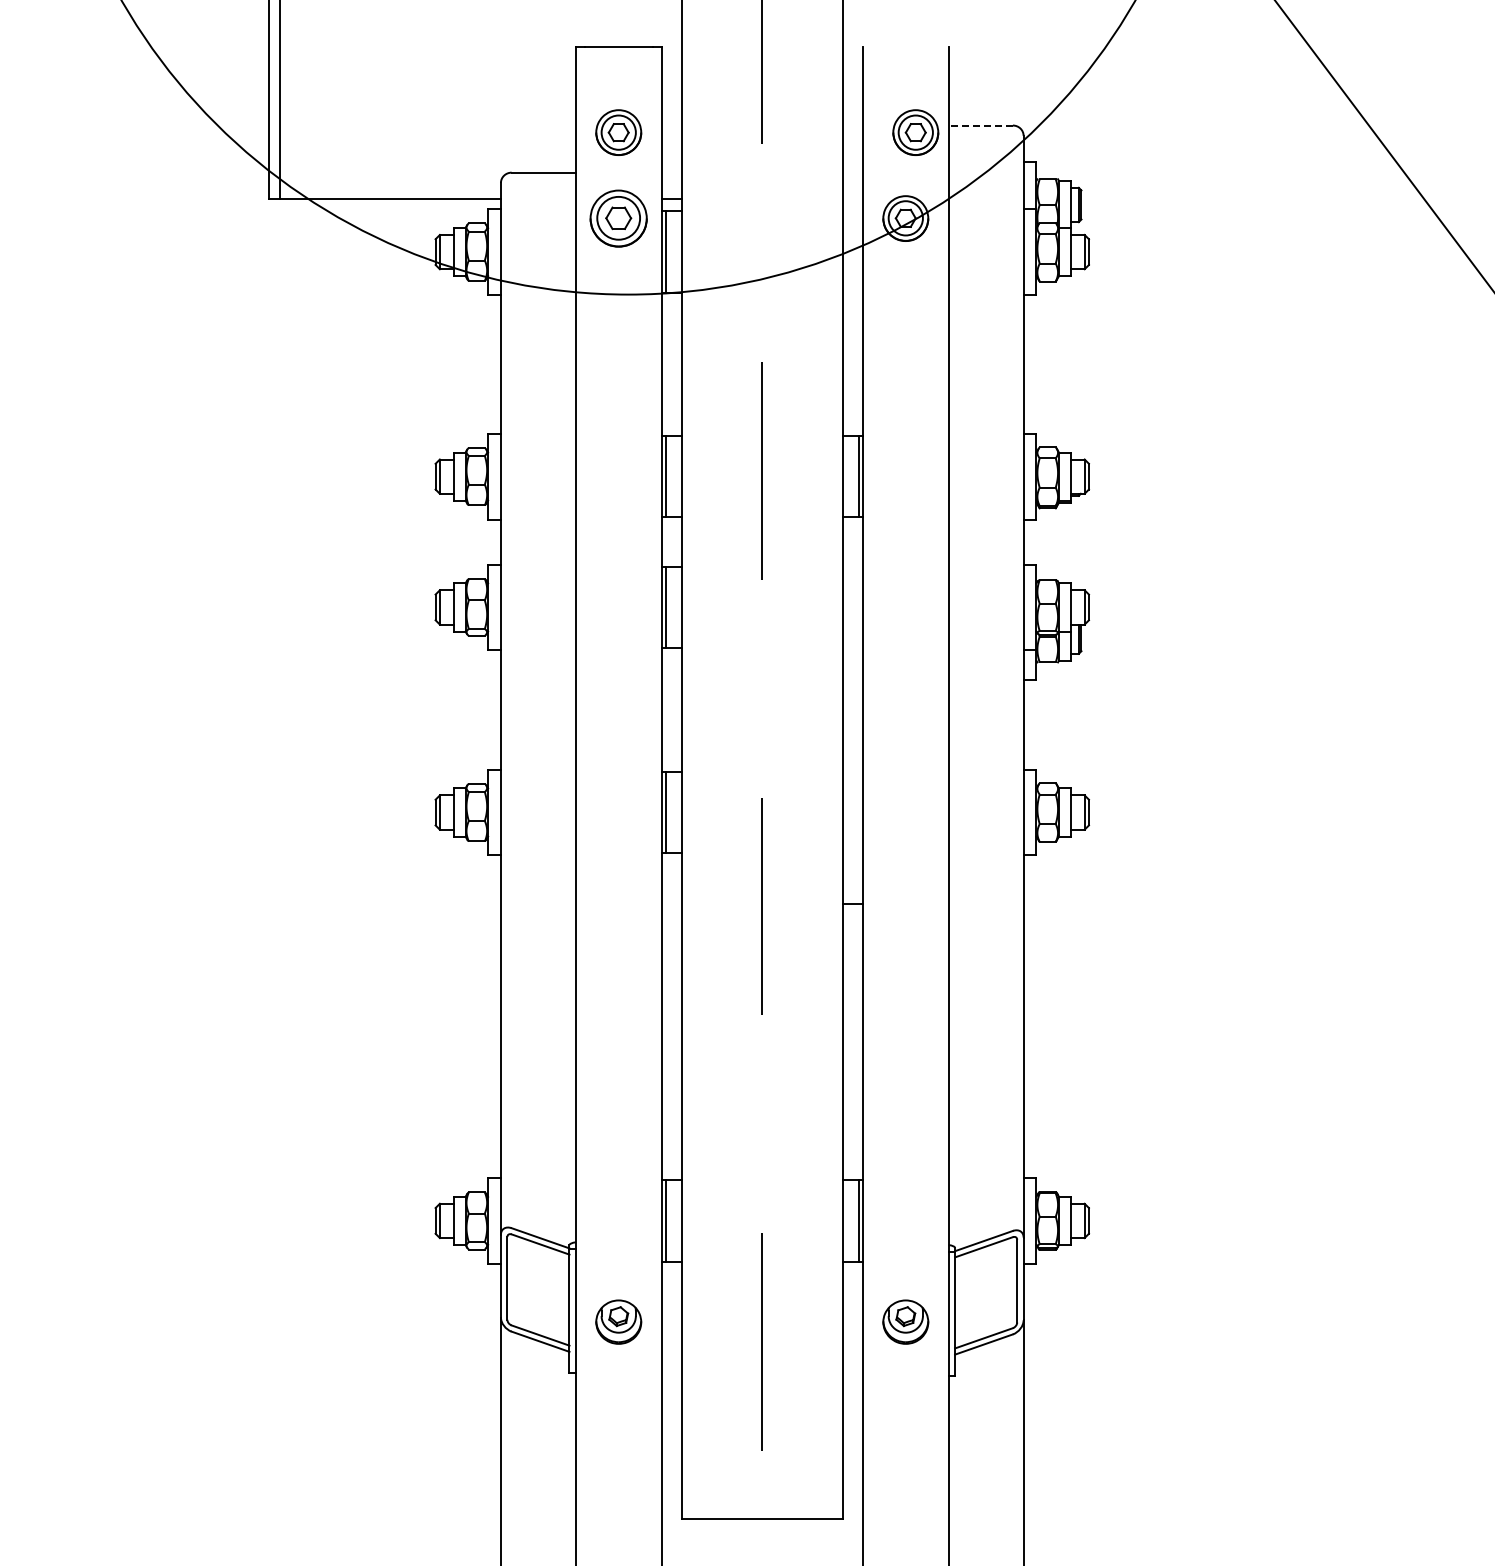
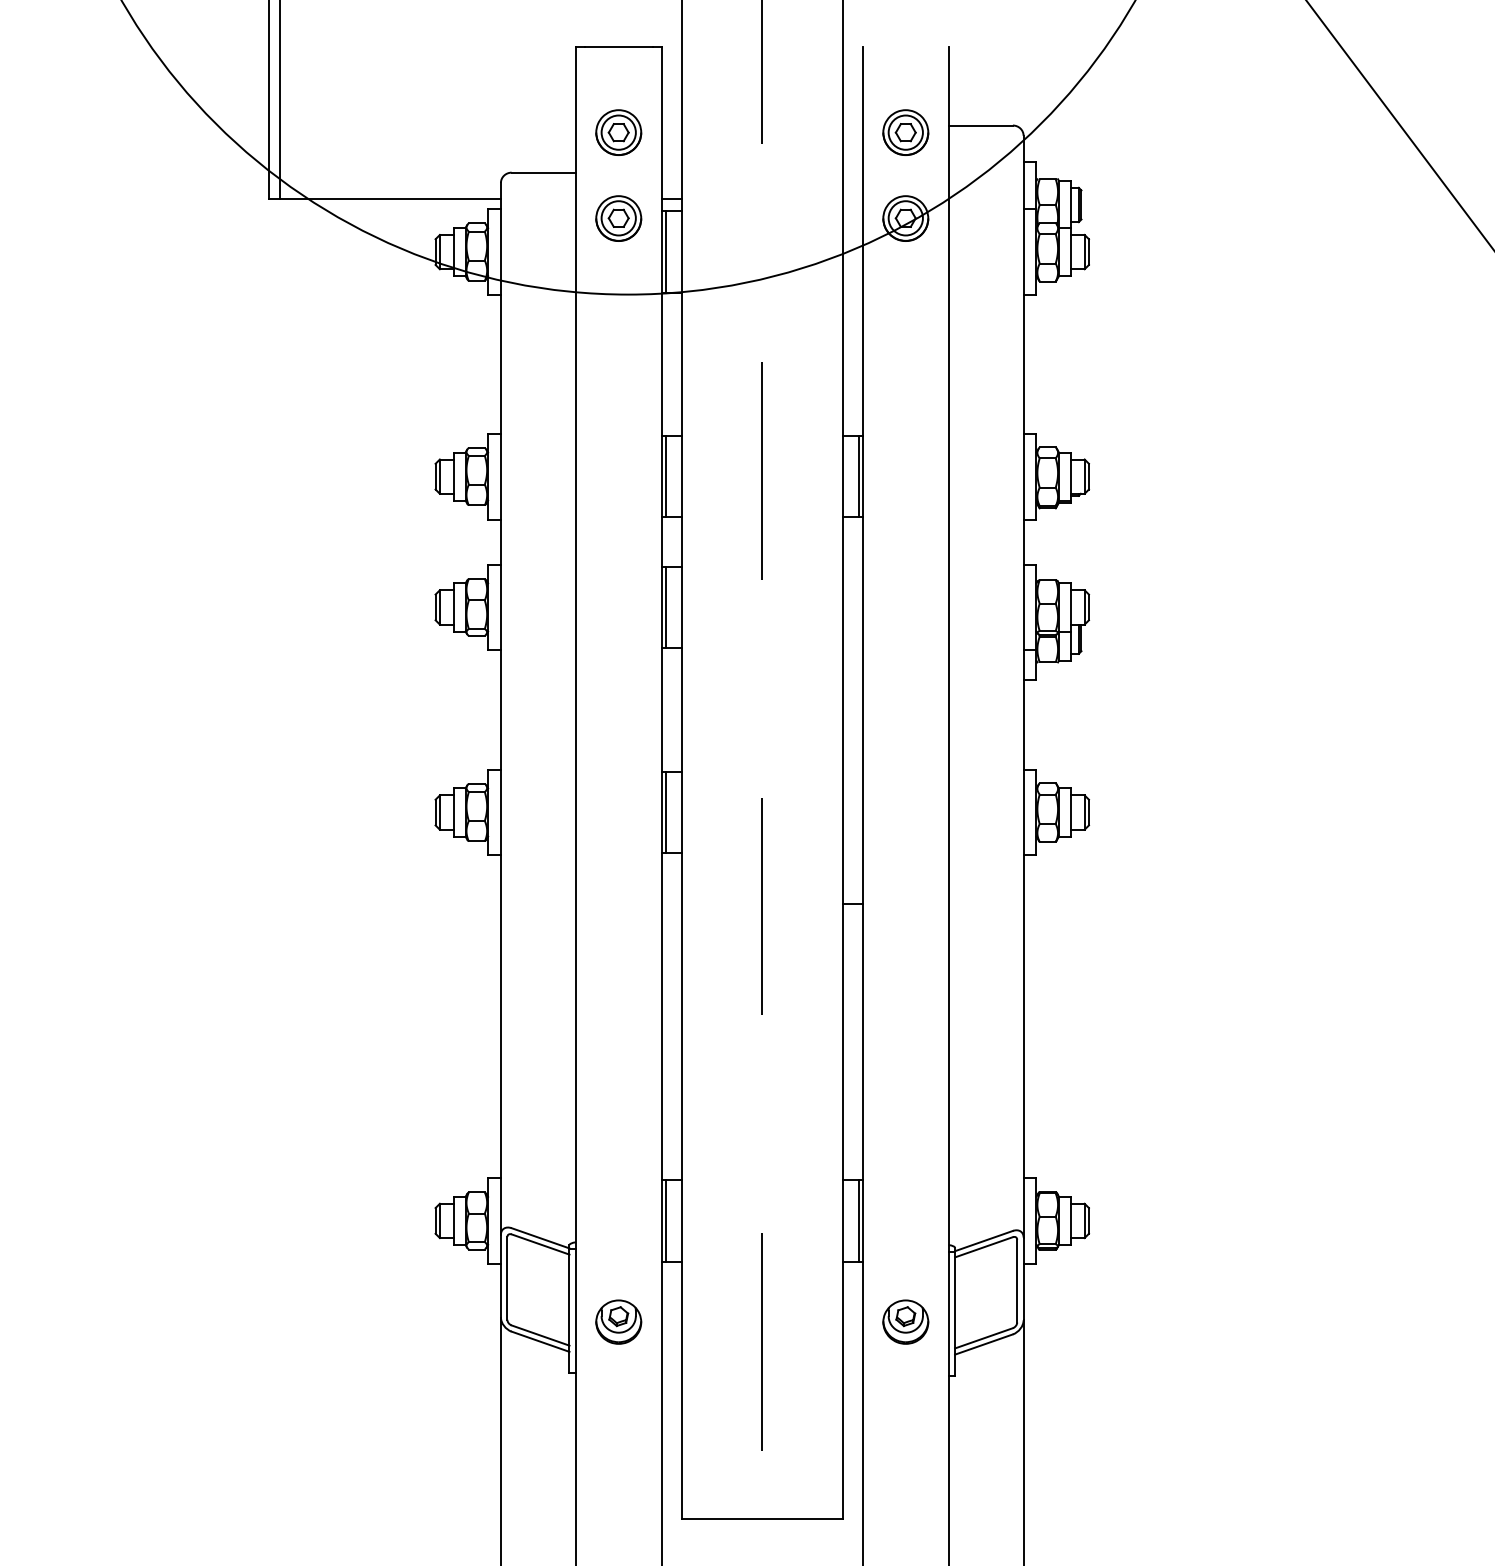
line at (980, 125): dashed -> solid
part at (915, 132) position: (915, 132) -> (905, 132)
line at (1383, 145) position: (1383, 145) -> (1399, 124)
part at (618, 218) size: 59x59 px -> 48x47 px
